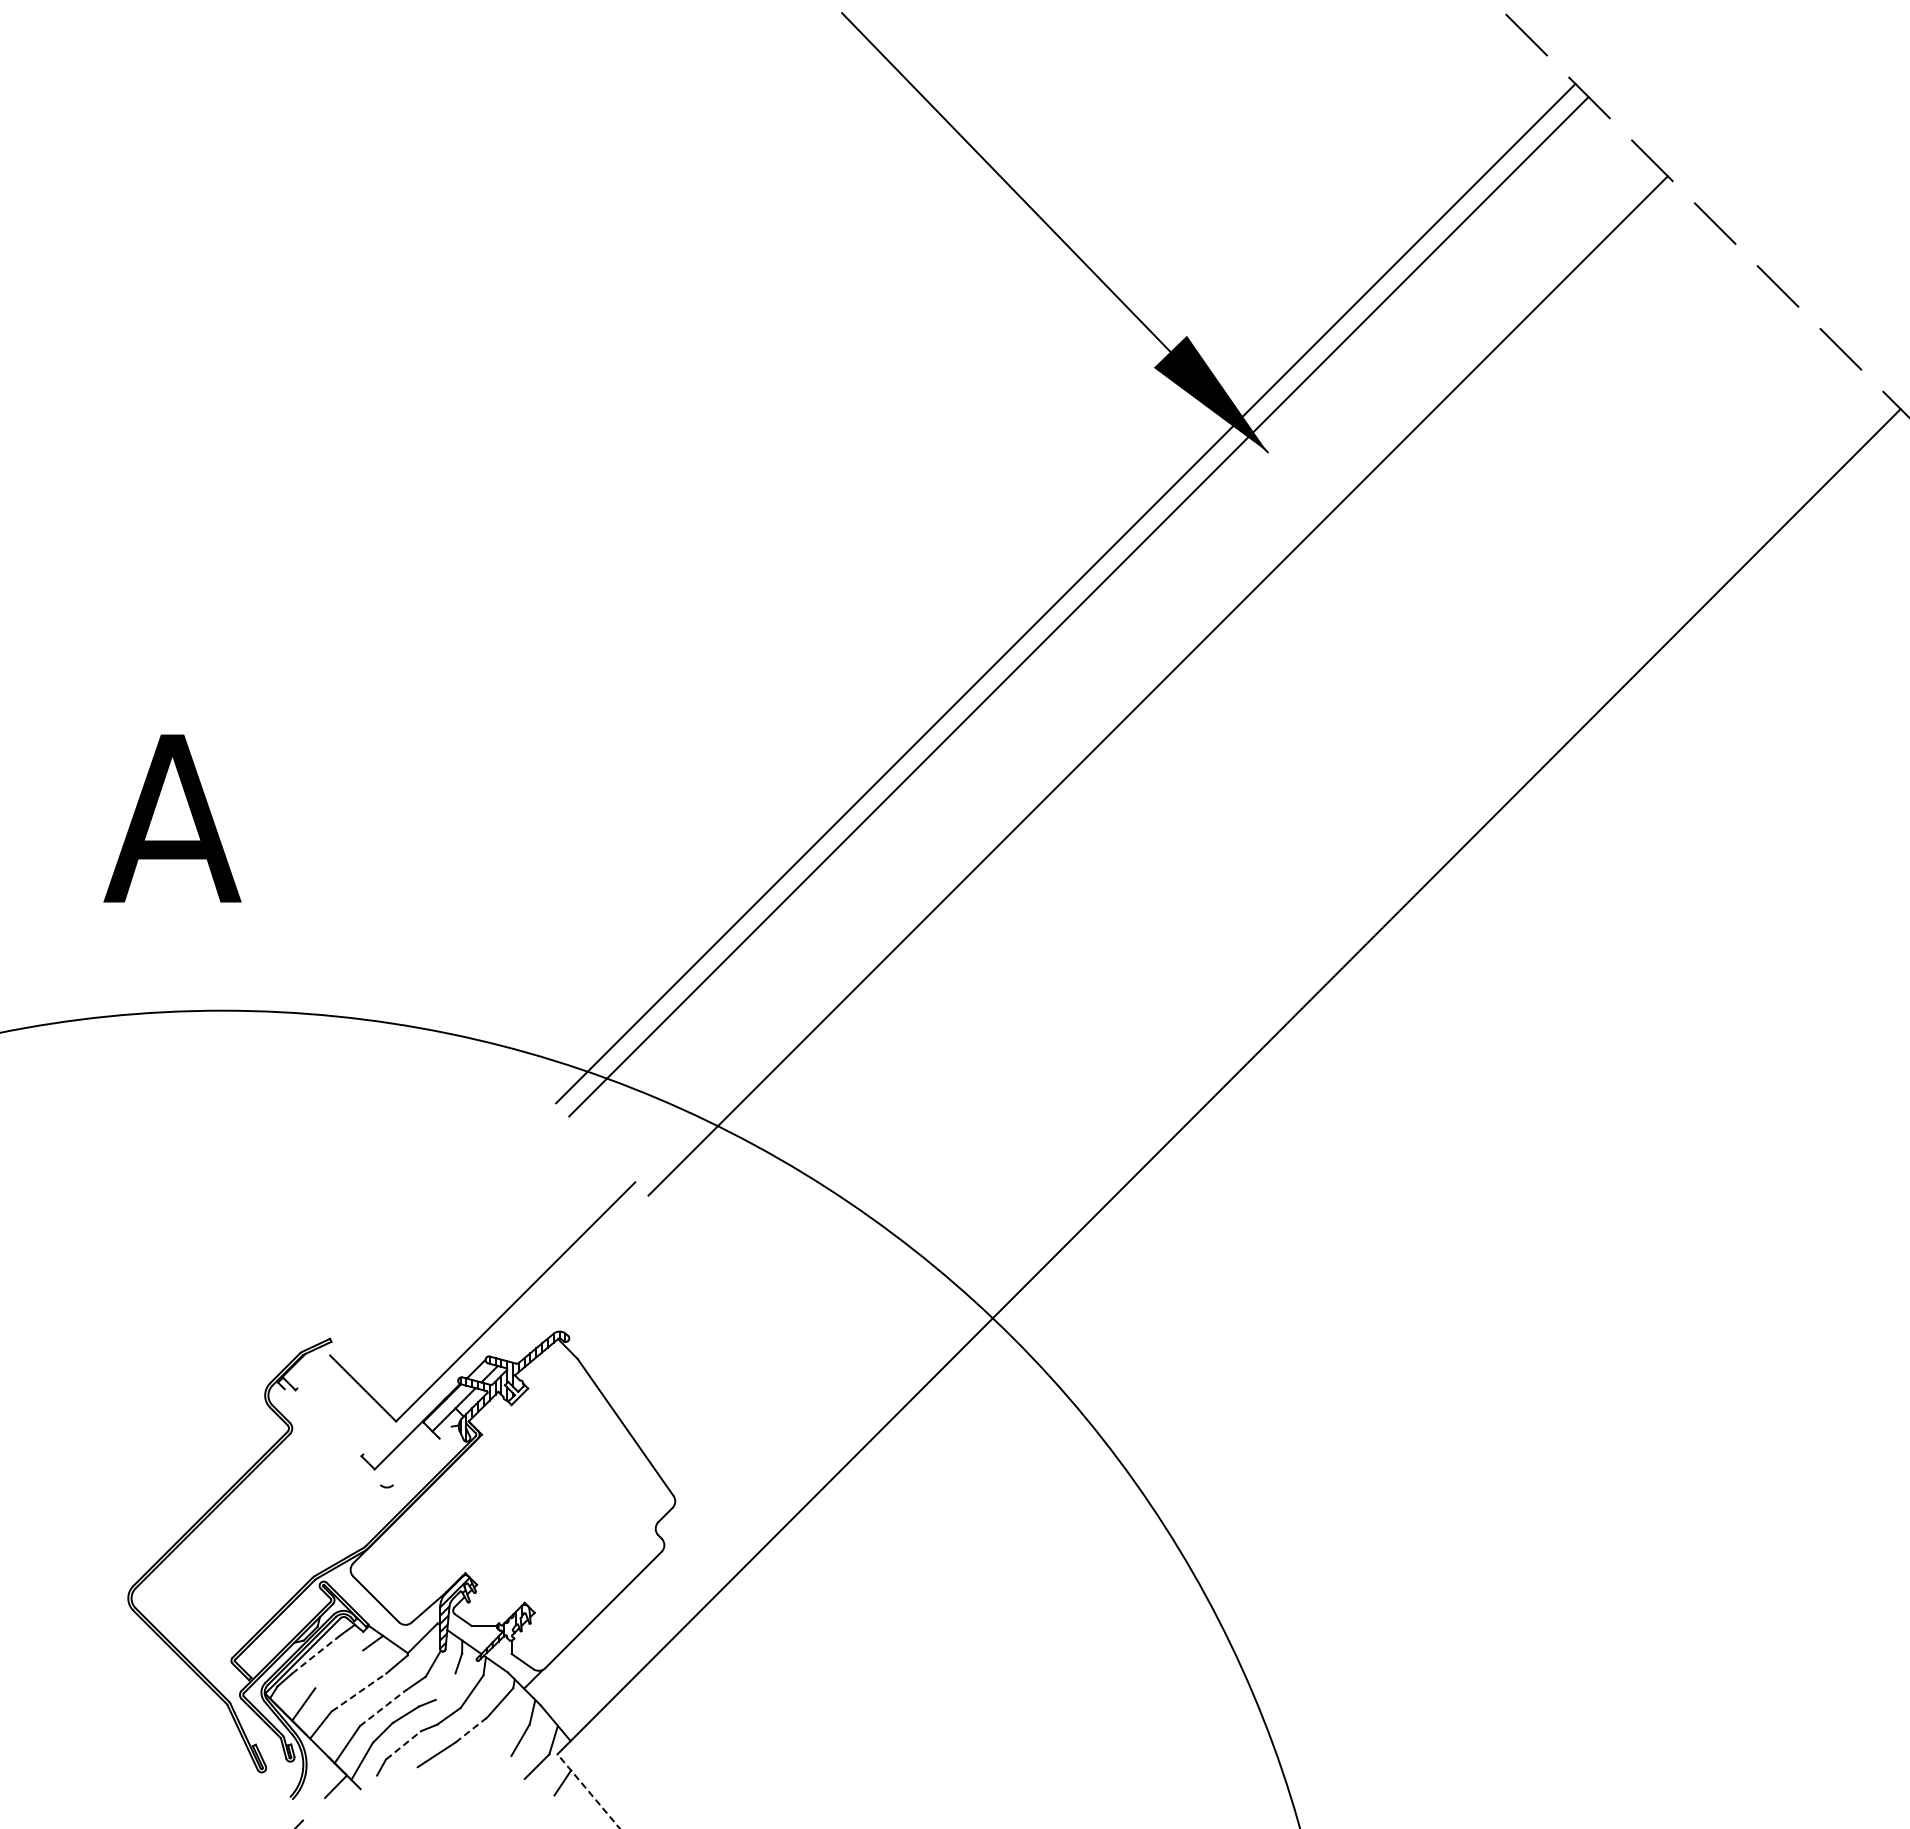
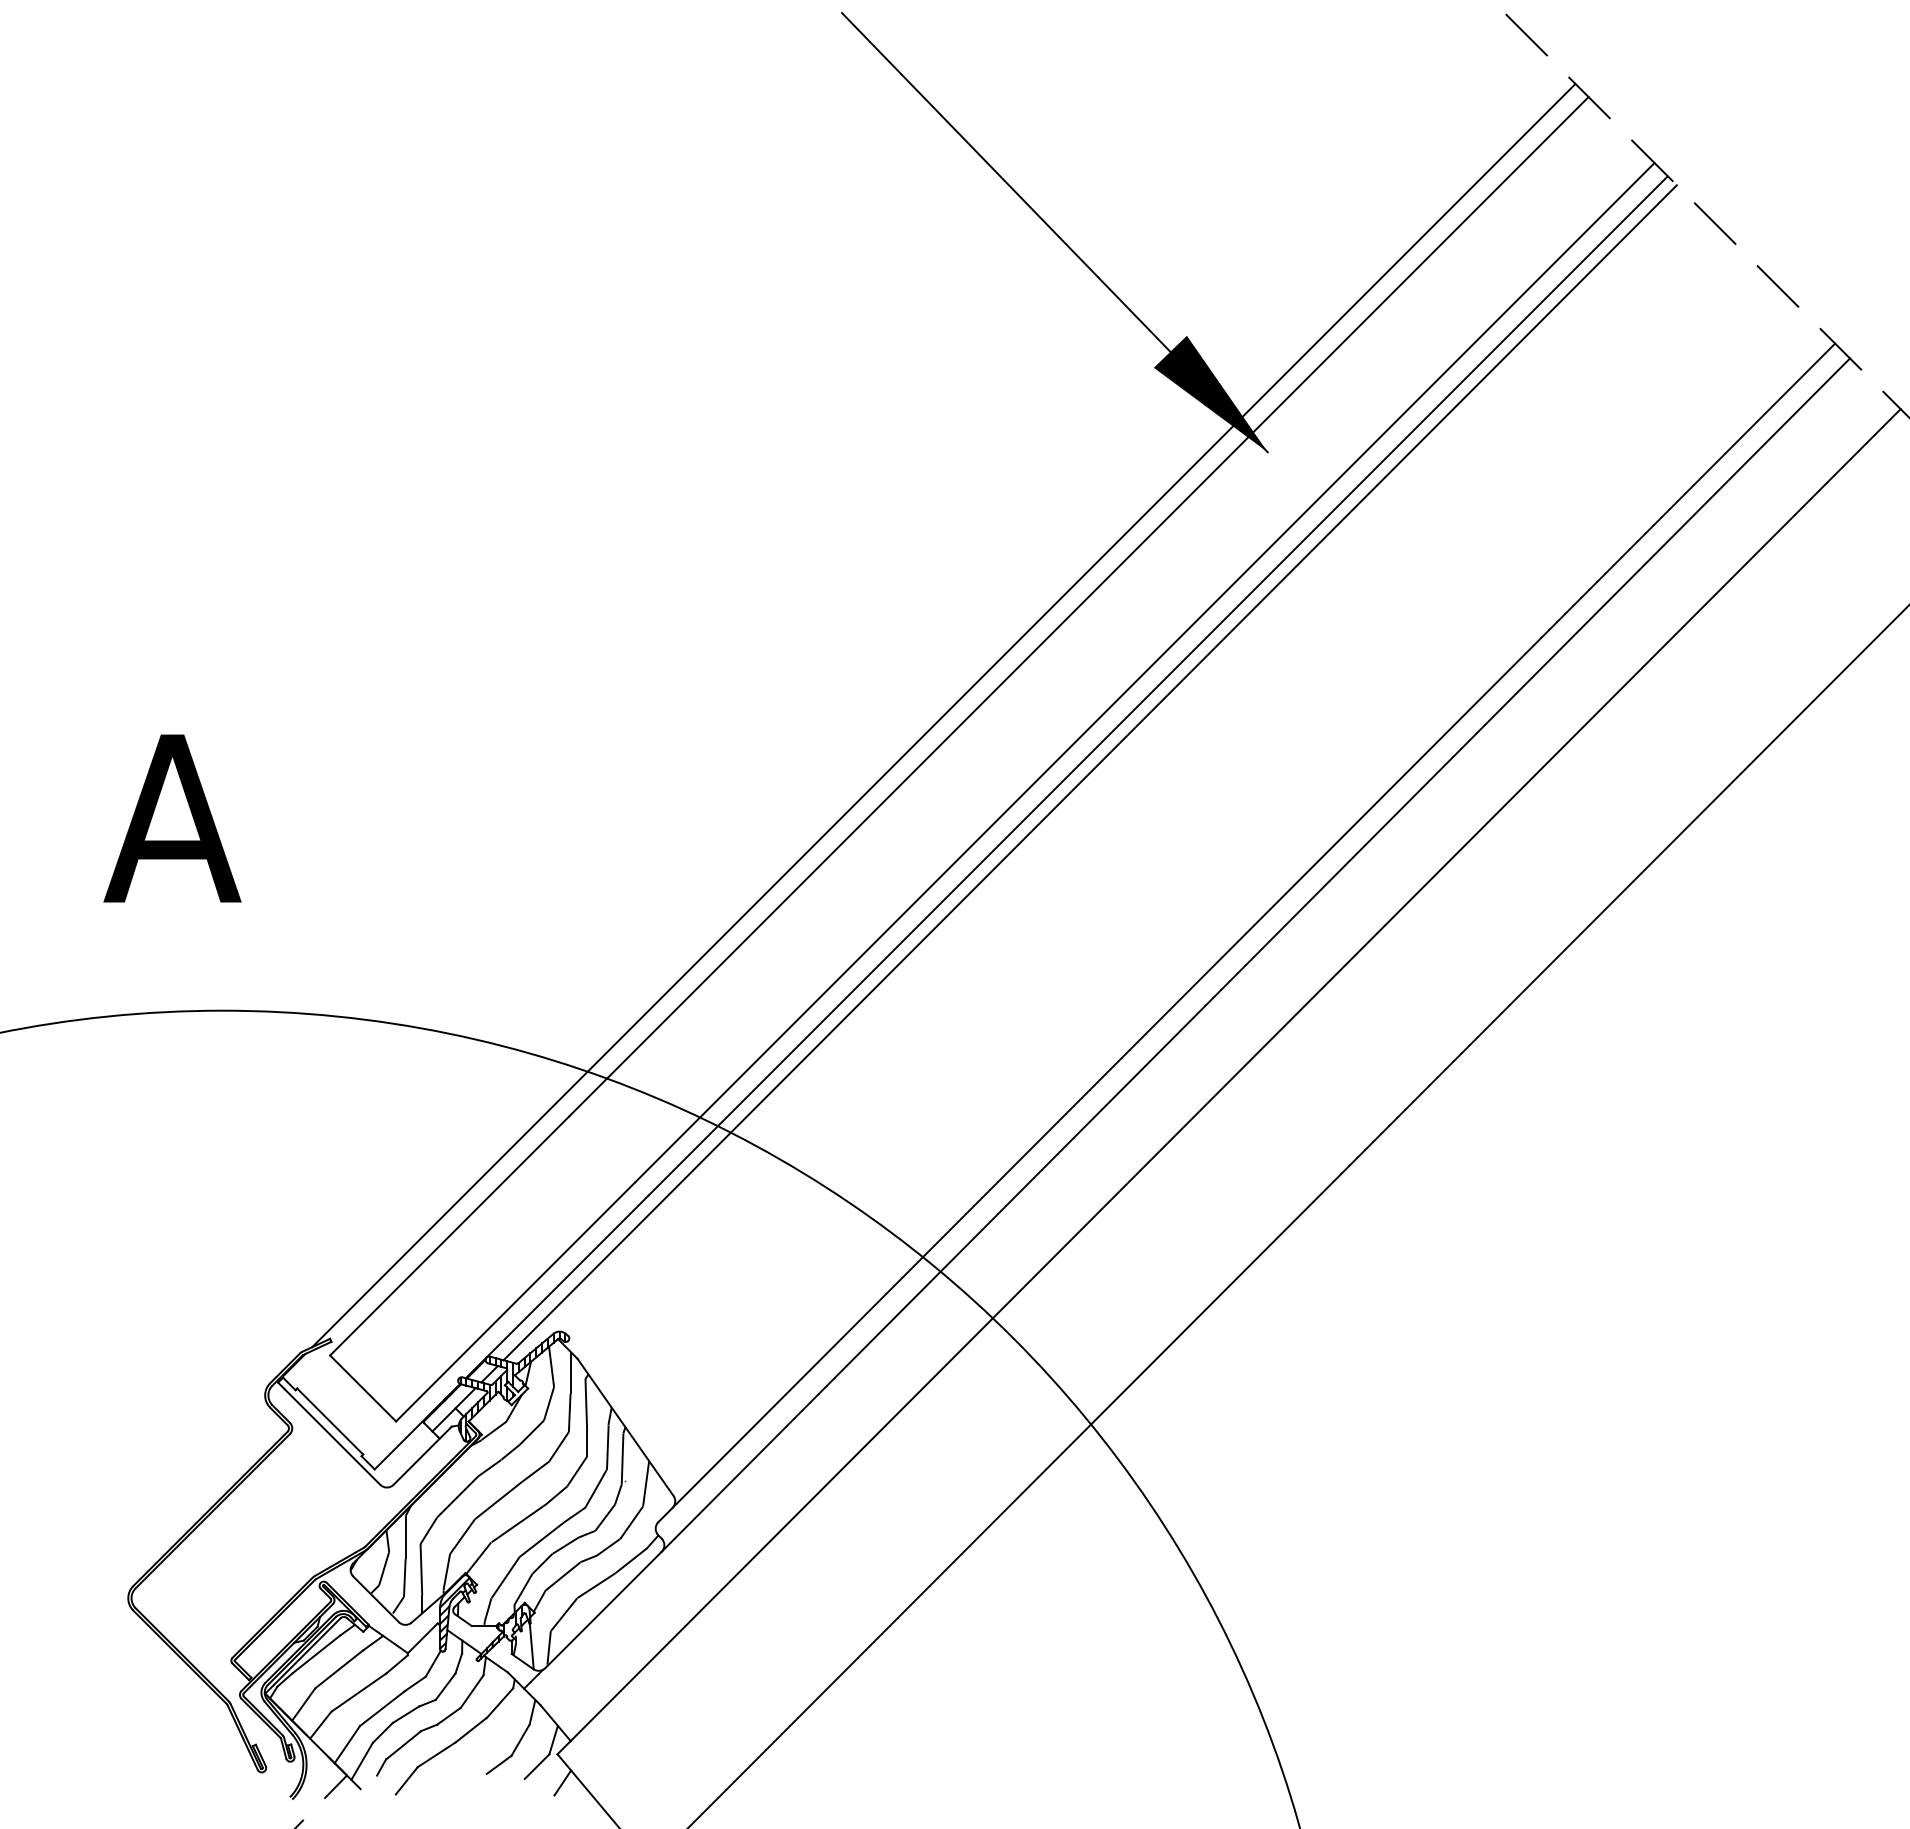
line at (1144, 672): none -> present
line at (1089, 772): none -> present
line at (1253, 925): none -> present
line at (1255, 954): none -> present
line at (1298, 1216): none -> present
line at (434, 1225): none -> present
line at (449, 1235): none -> present
line at (556, 1286): none -> present
line at (330, 1421): none -> present
line at (332, 1436): none -> present
line at (422, 1455): none -> present
hatch at (504, 1507): none -> present
line at (316, 1654): dashed -> solid
line at (339, 1669): none -> present
line at (445, 1686): none -> present
line at (359, 1692): dashed -> solid
line at (382, 1708): dashed -> solid
line at (471, 1730): dashed -> solid
line at (403, 1745): dashed -> solid
line at (498, 1764): none -> present
line at (406, 1780): none -> present
line at (588, 1791): dashed -> solid
